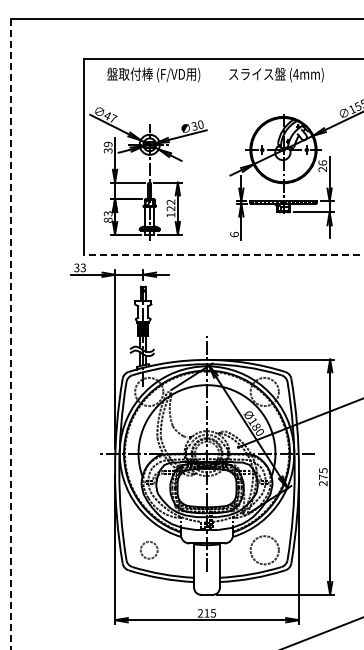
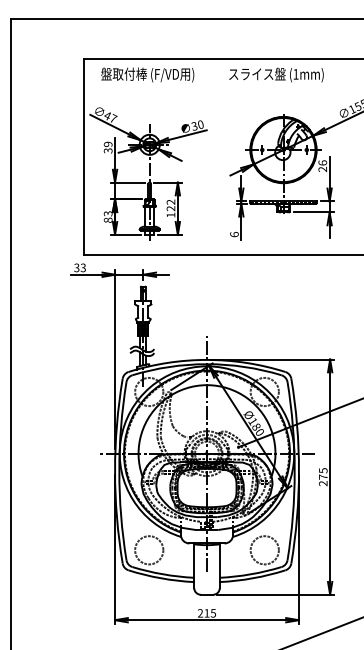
text at (153, 74) position: (153, 74) -> (147, 74)
text at (295, 74): (4mm) -> (1mm)
line at (223, 255): dashed -> solid
line at (10, 334): dashed -> solid
circle at (148, 549) diameter: 17 px -> 28 px
